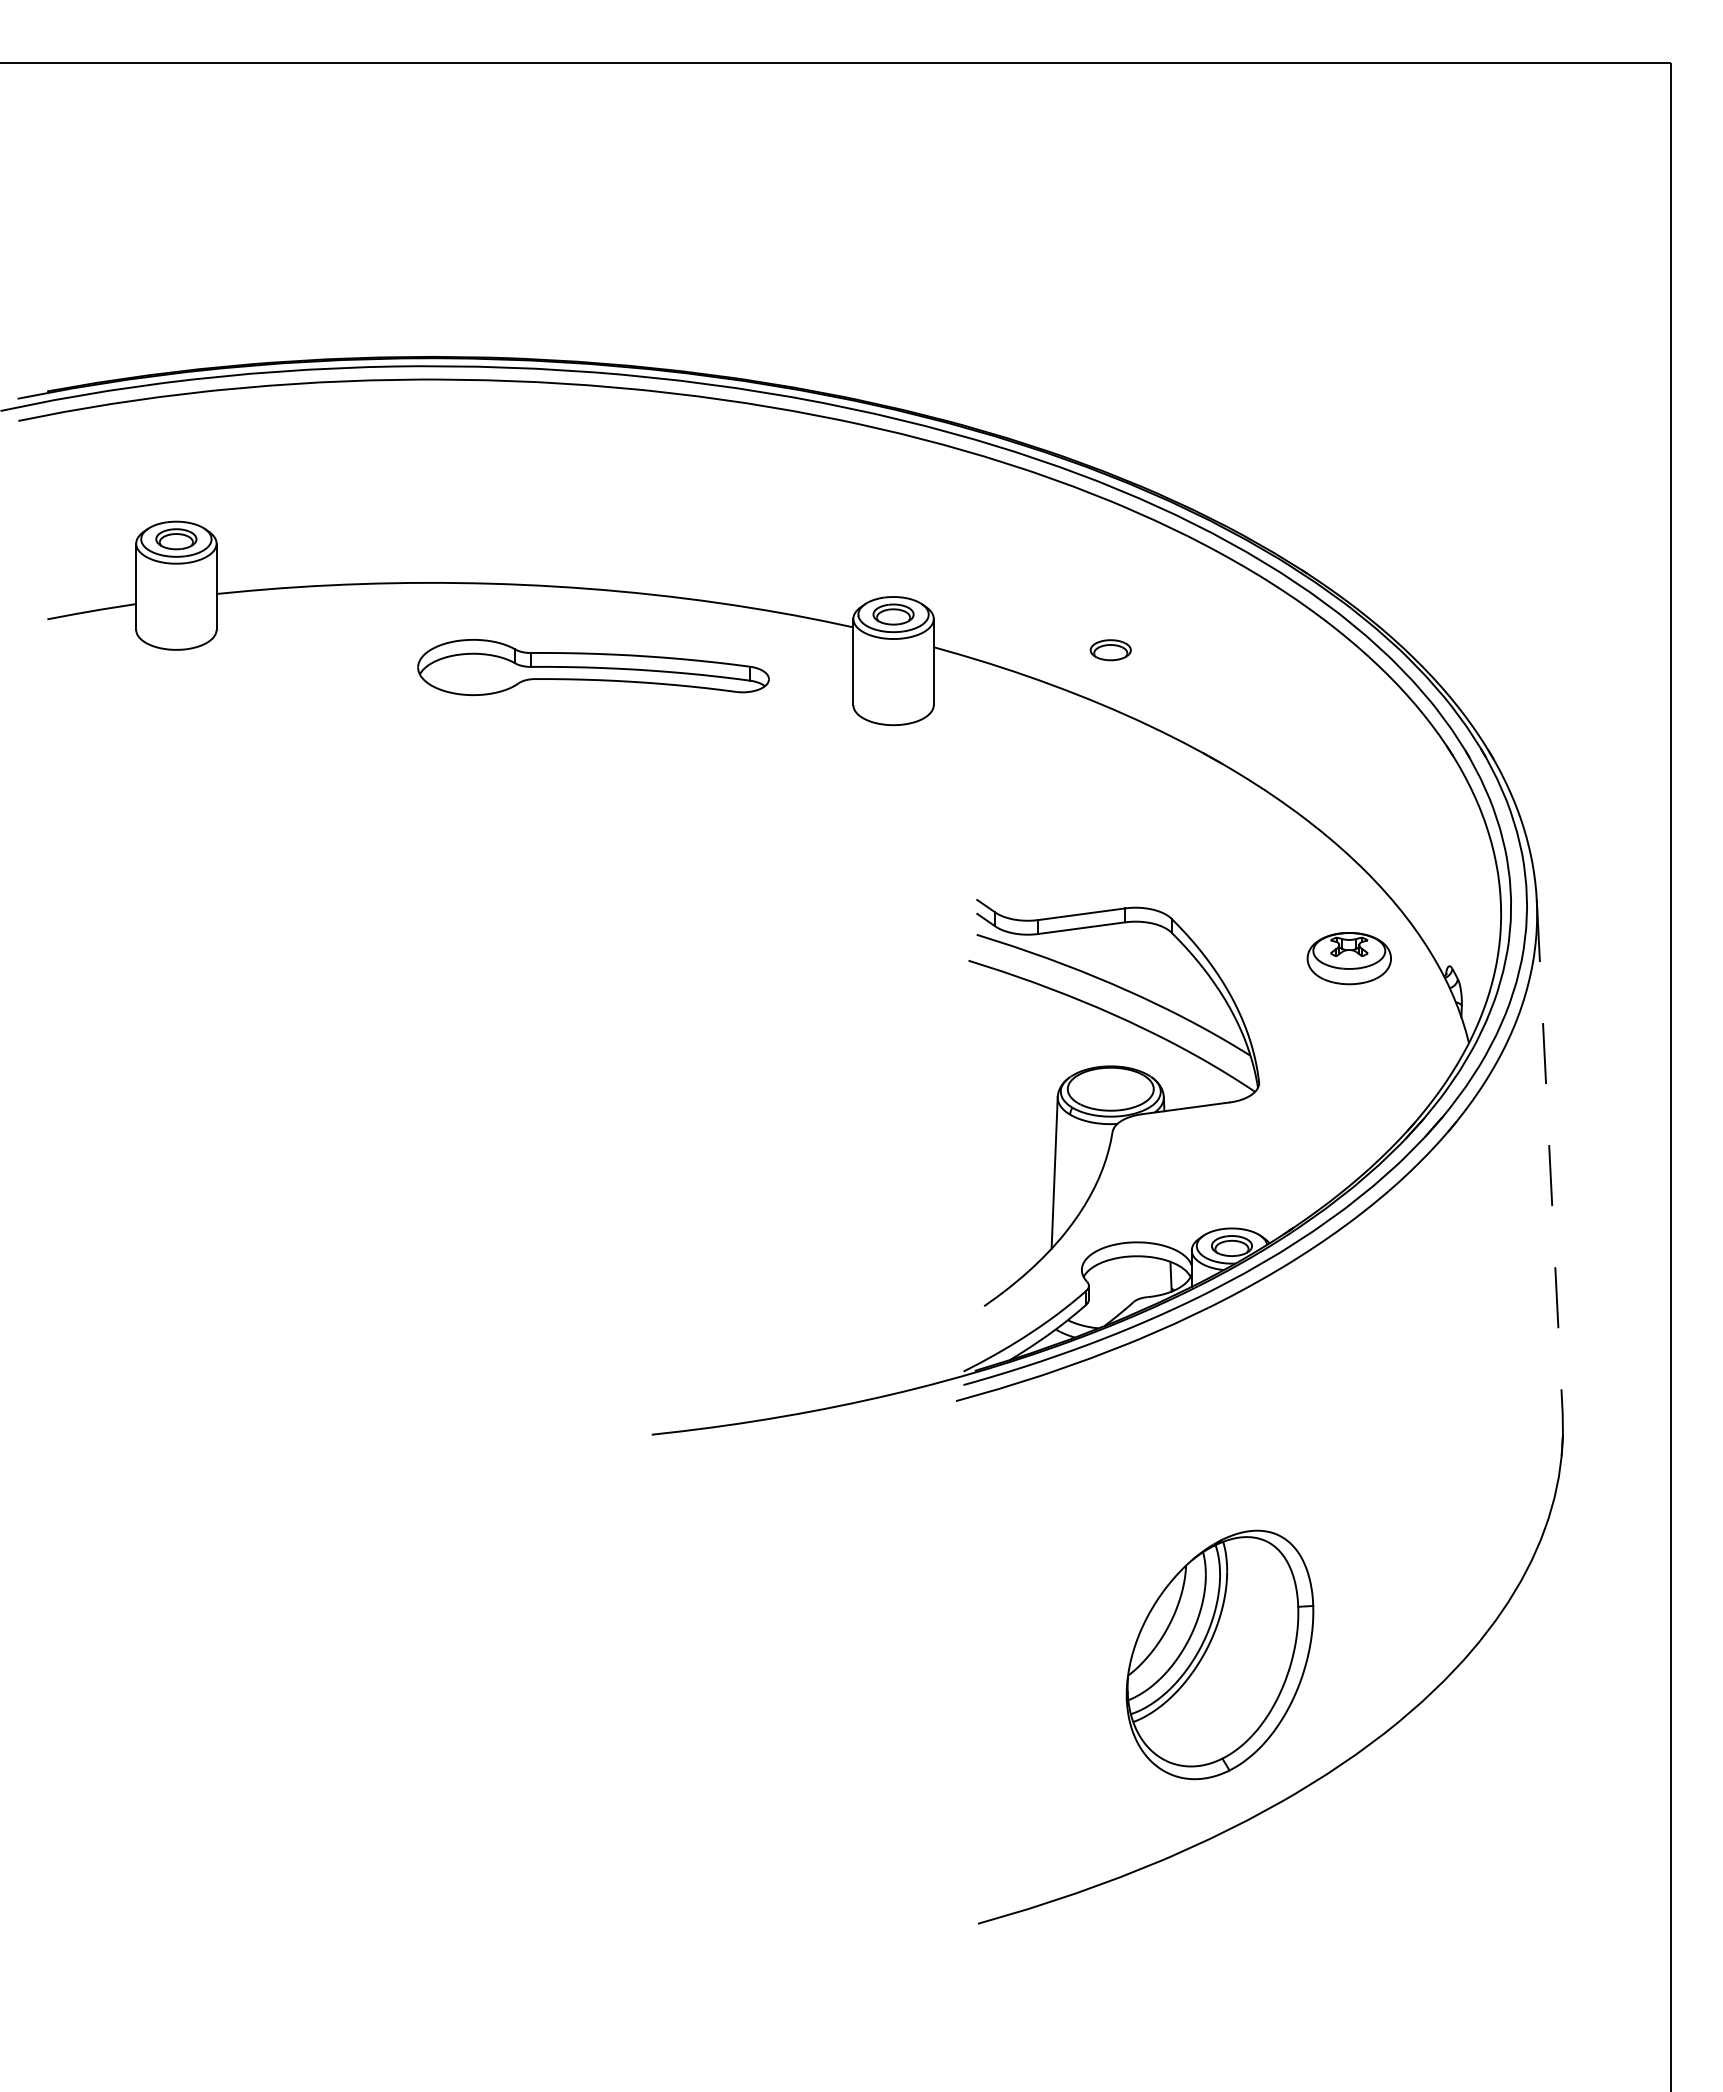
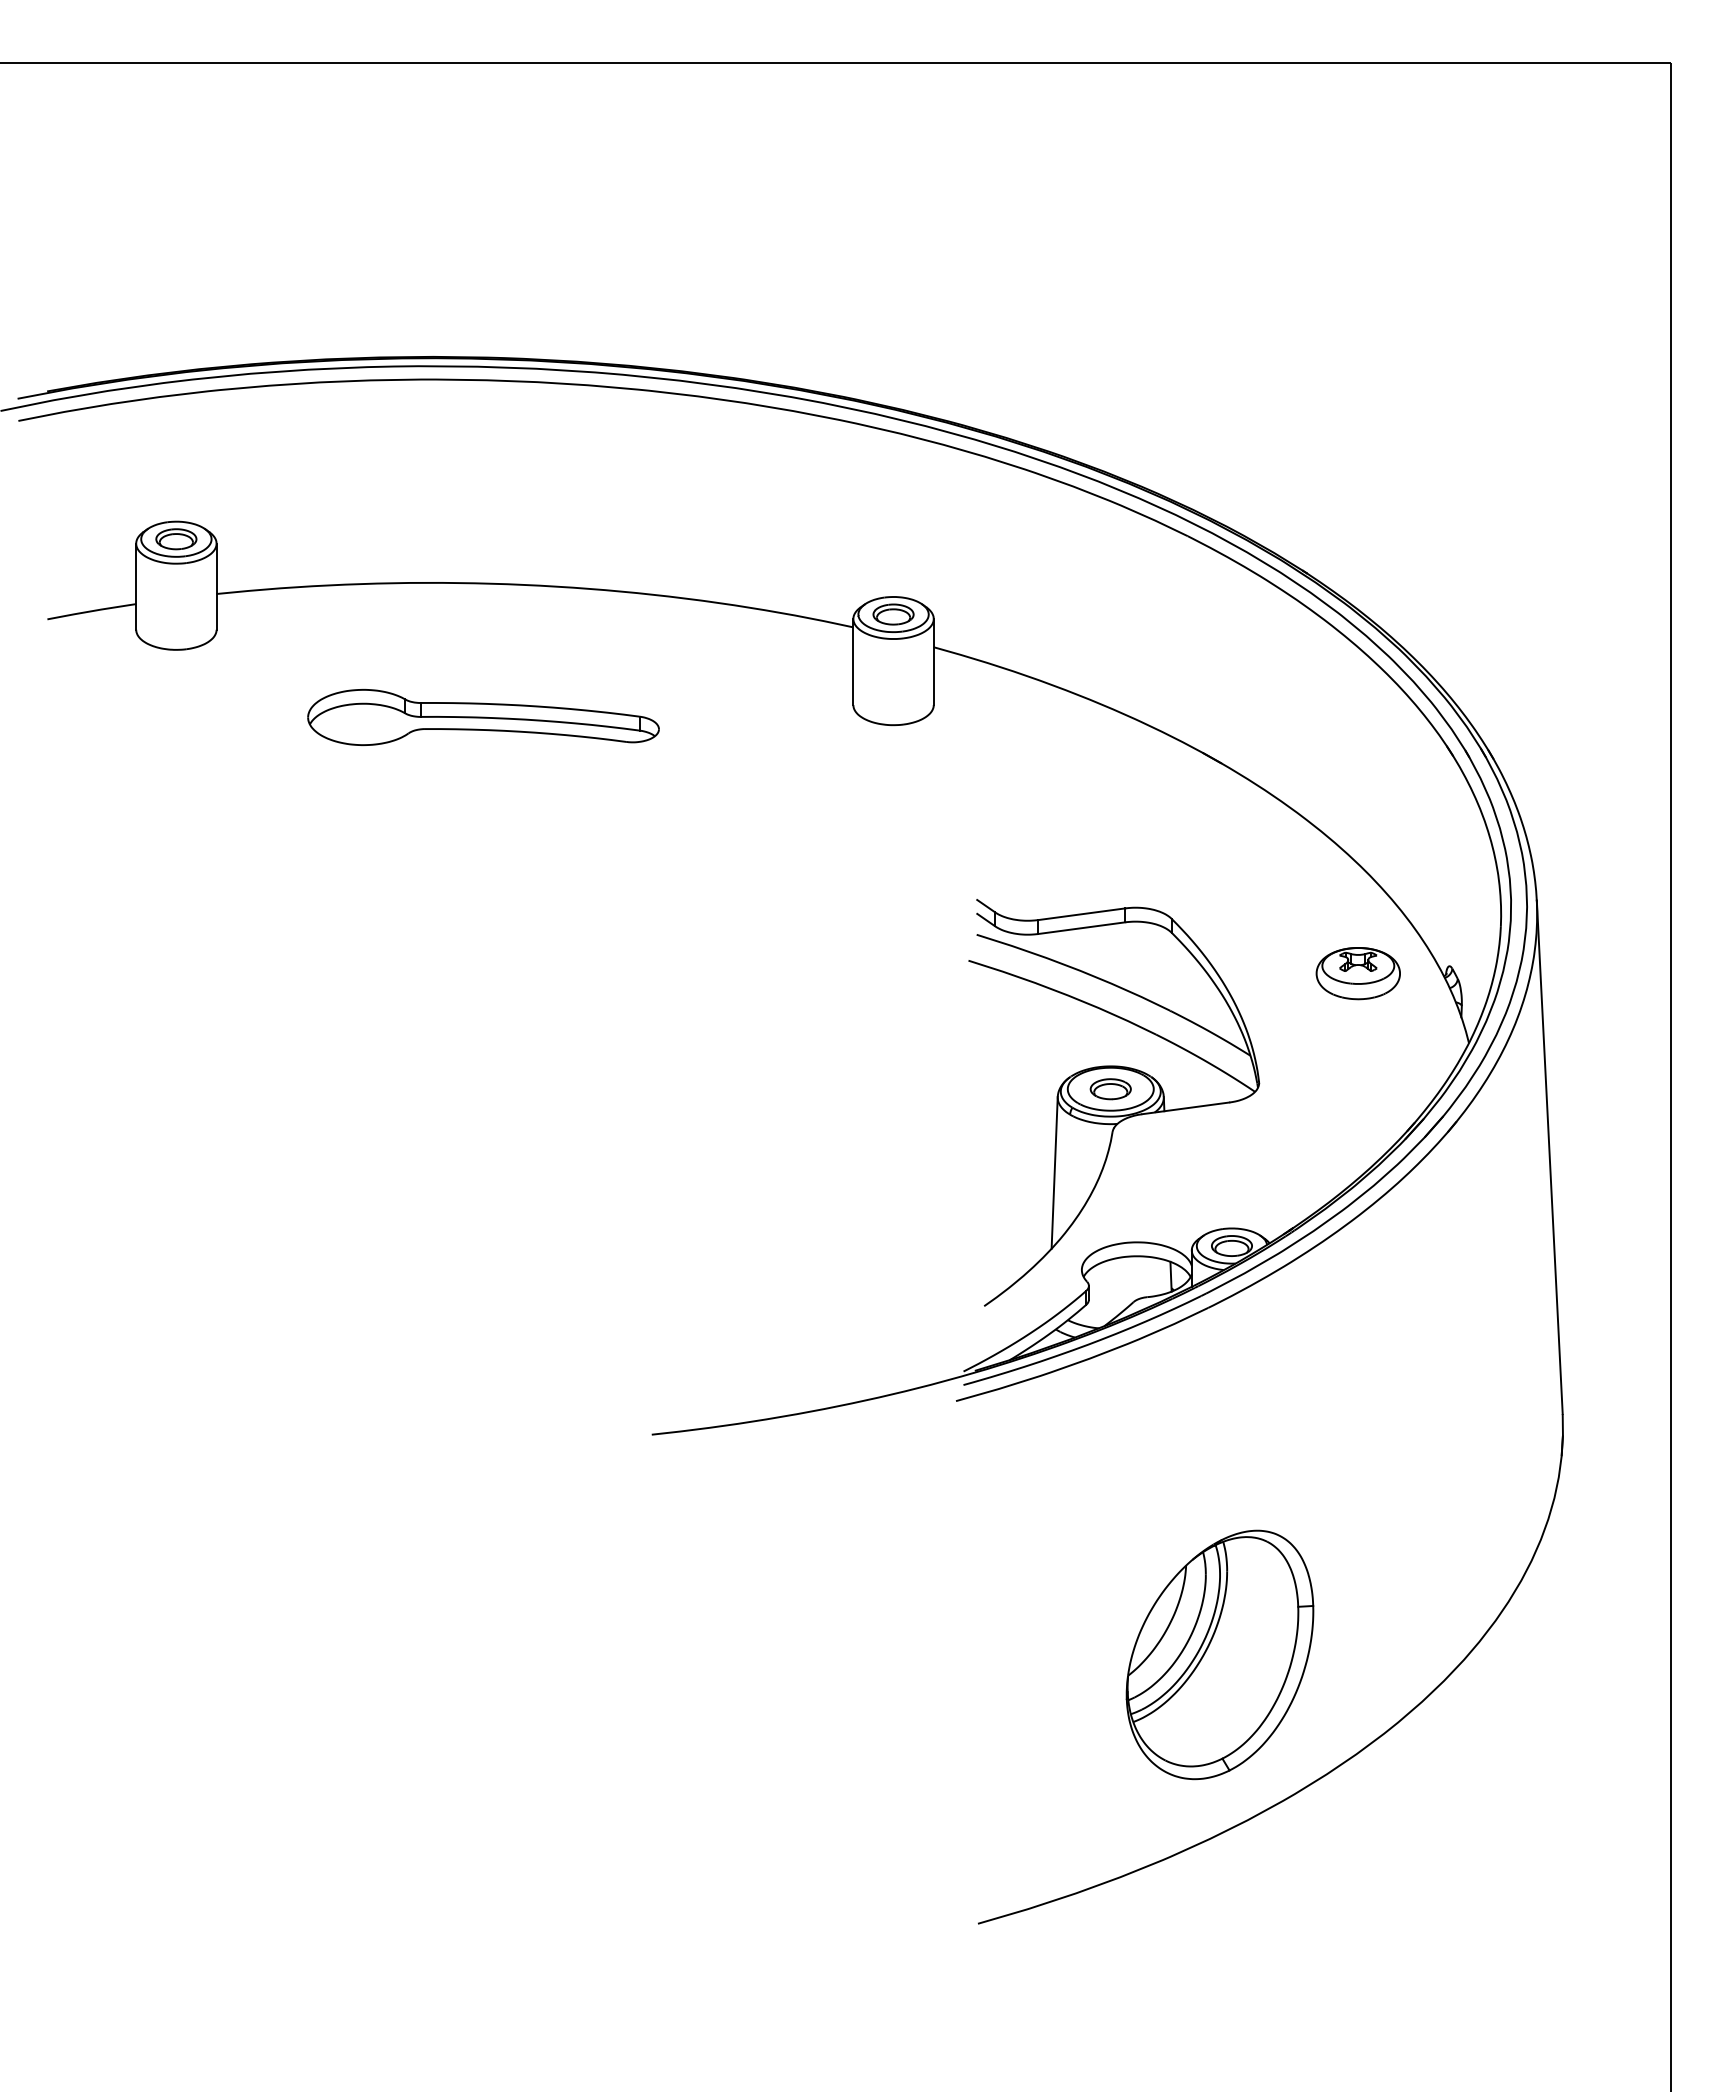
part at (1110, 650) position: (1110, 650) -> (1110, 1089)
part at (593, 667) position: (593, 667) -> (483, 717)
part at (1348, 958) position: (1348, 958) -> (1357, 973)
line at (1549, 1157): dashed -> solid
